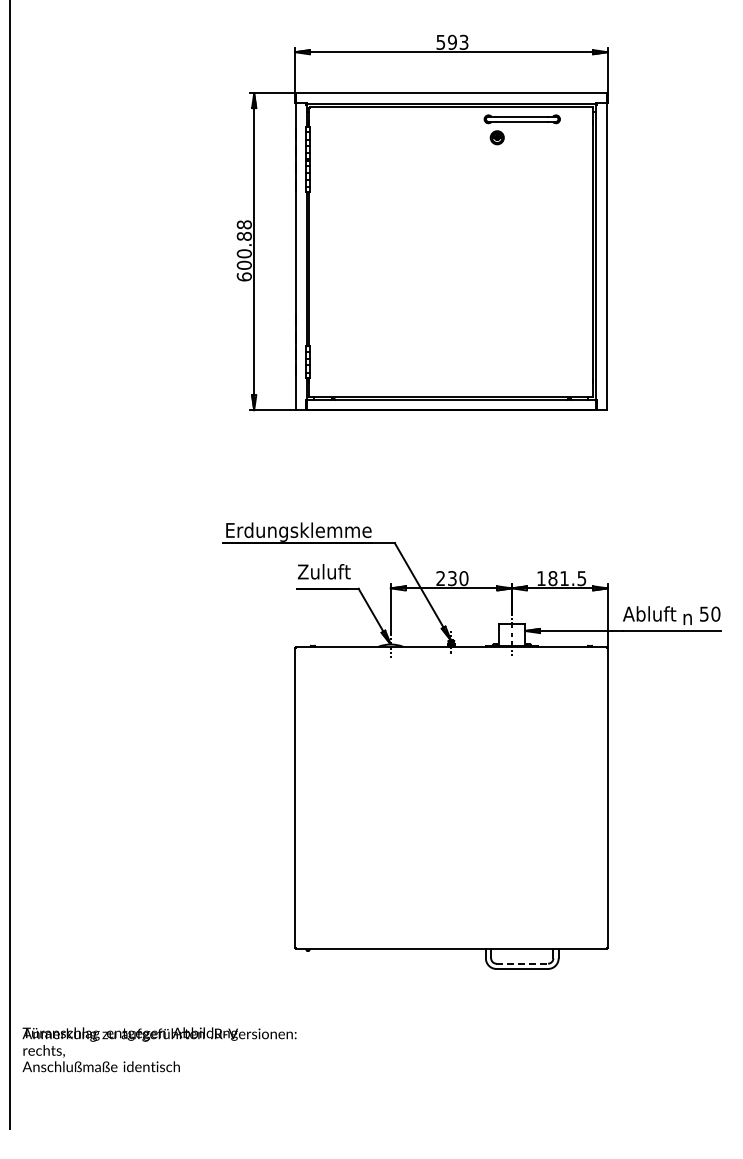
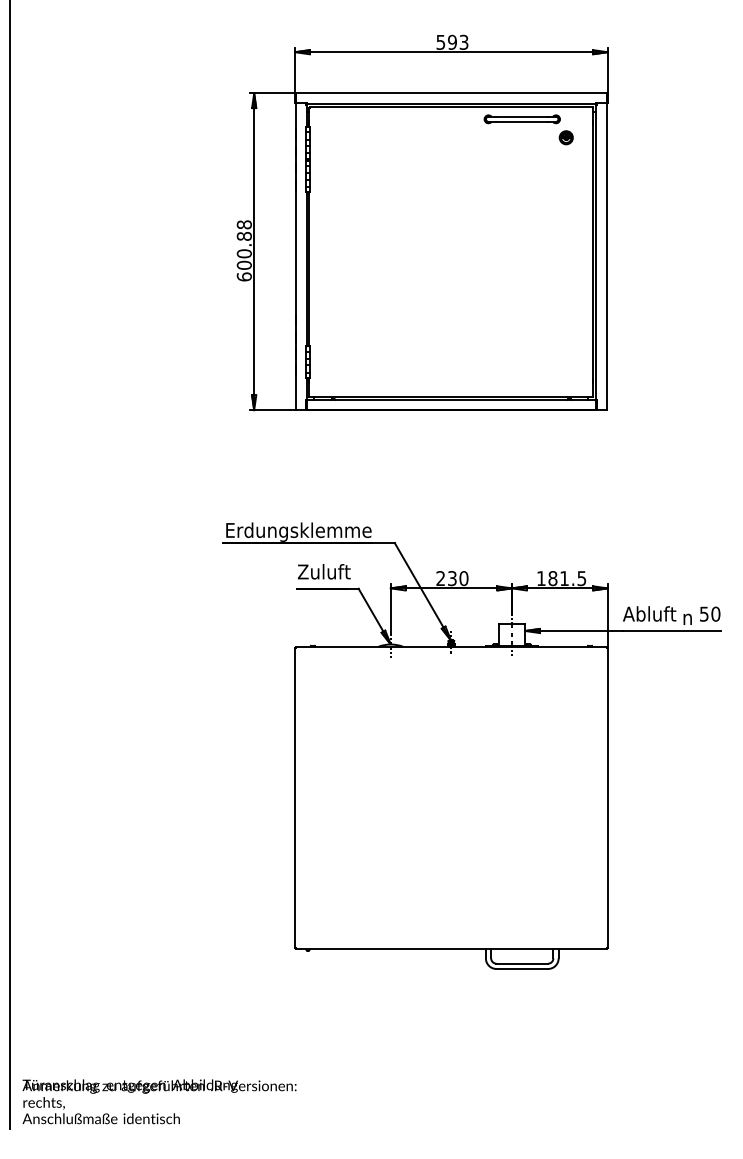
part at (496, 137) position: (496, 137) -> (565, 137)
line at (522, 963): dashed -> solid
text at (159, 1049) position: (159, 1049) -> (159, 1101)
